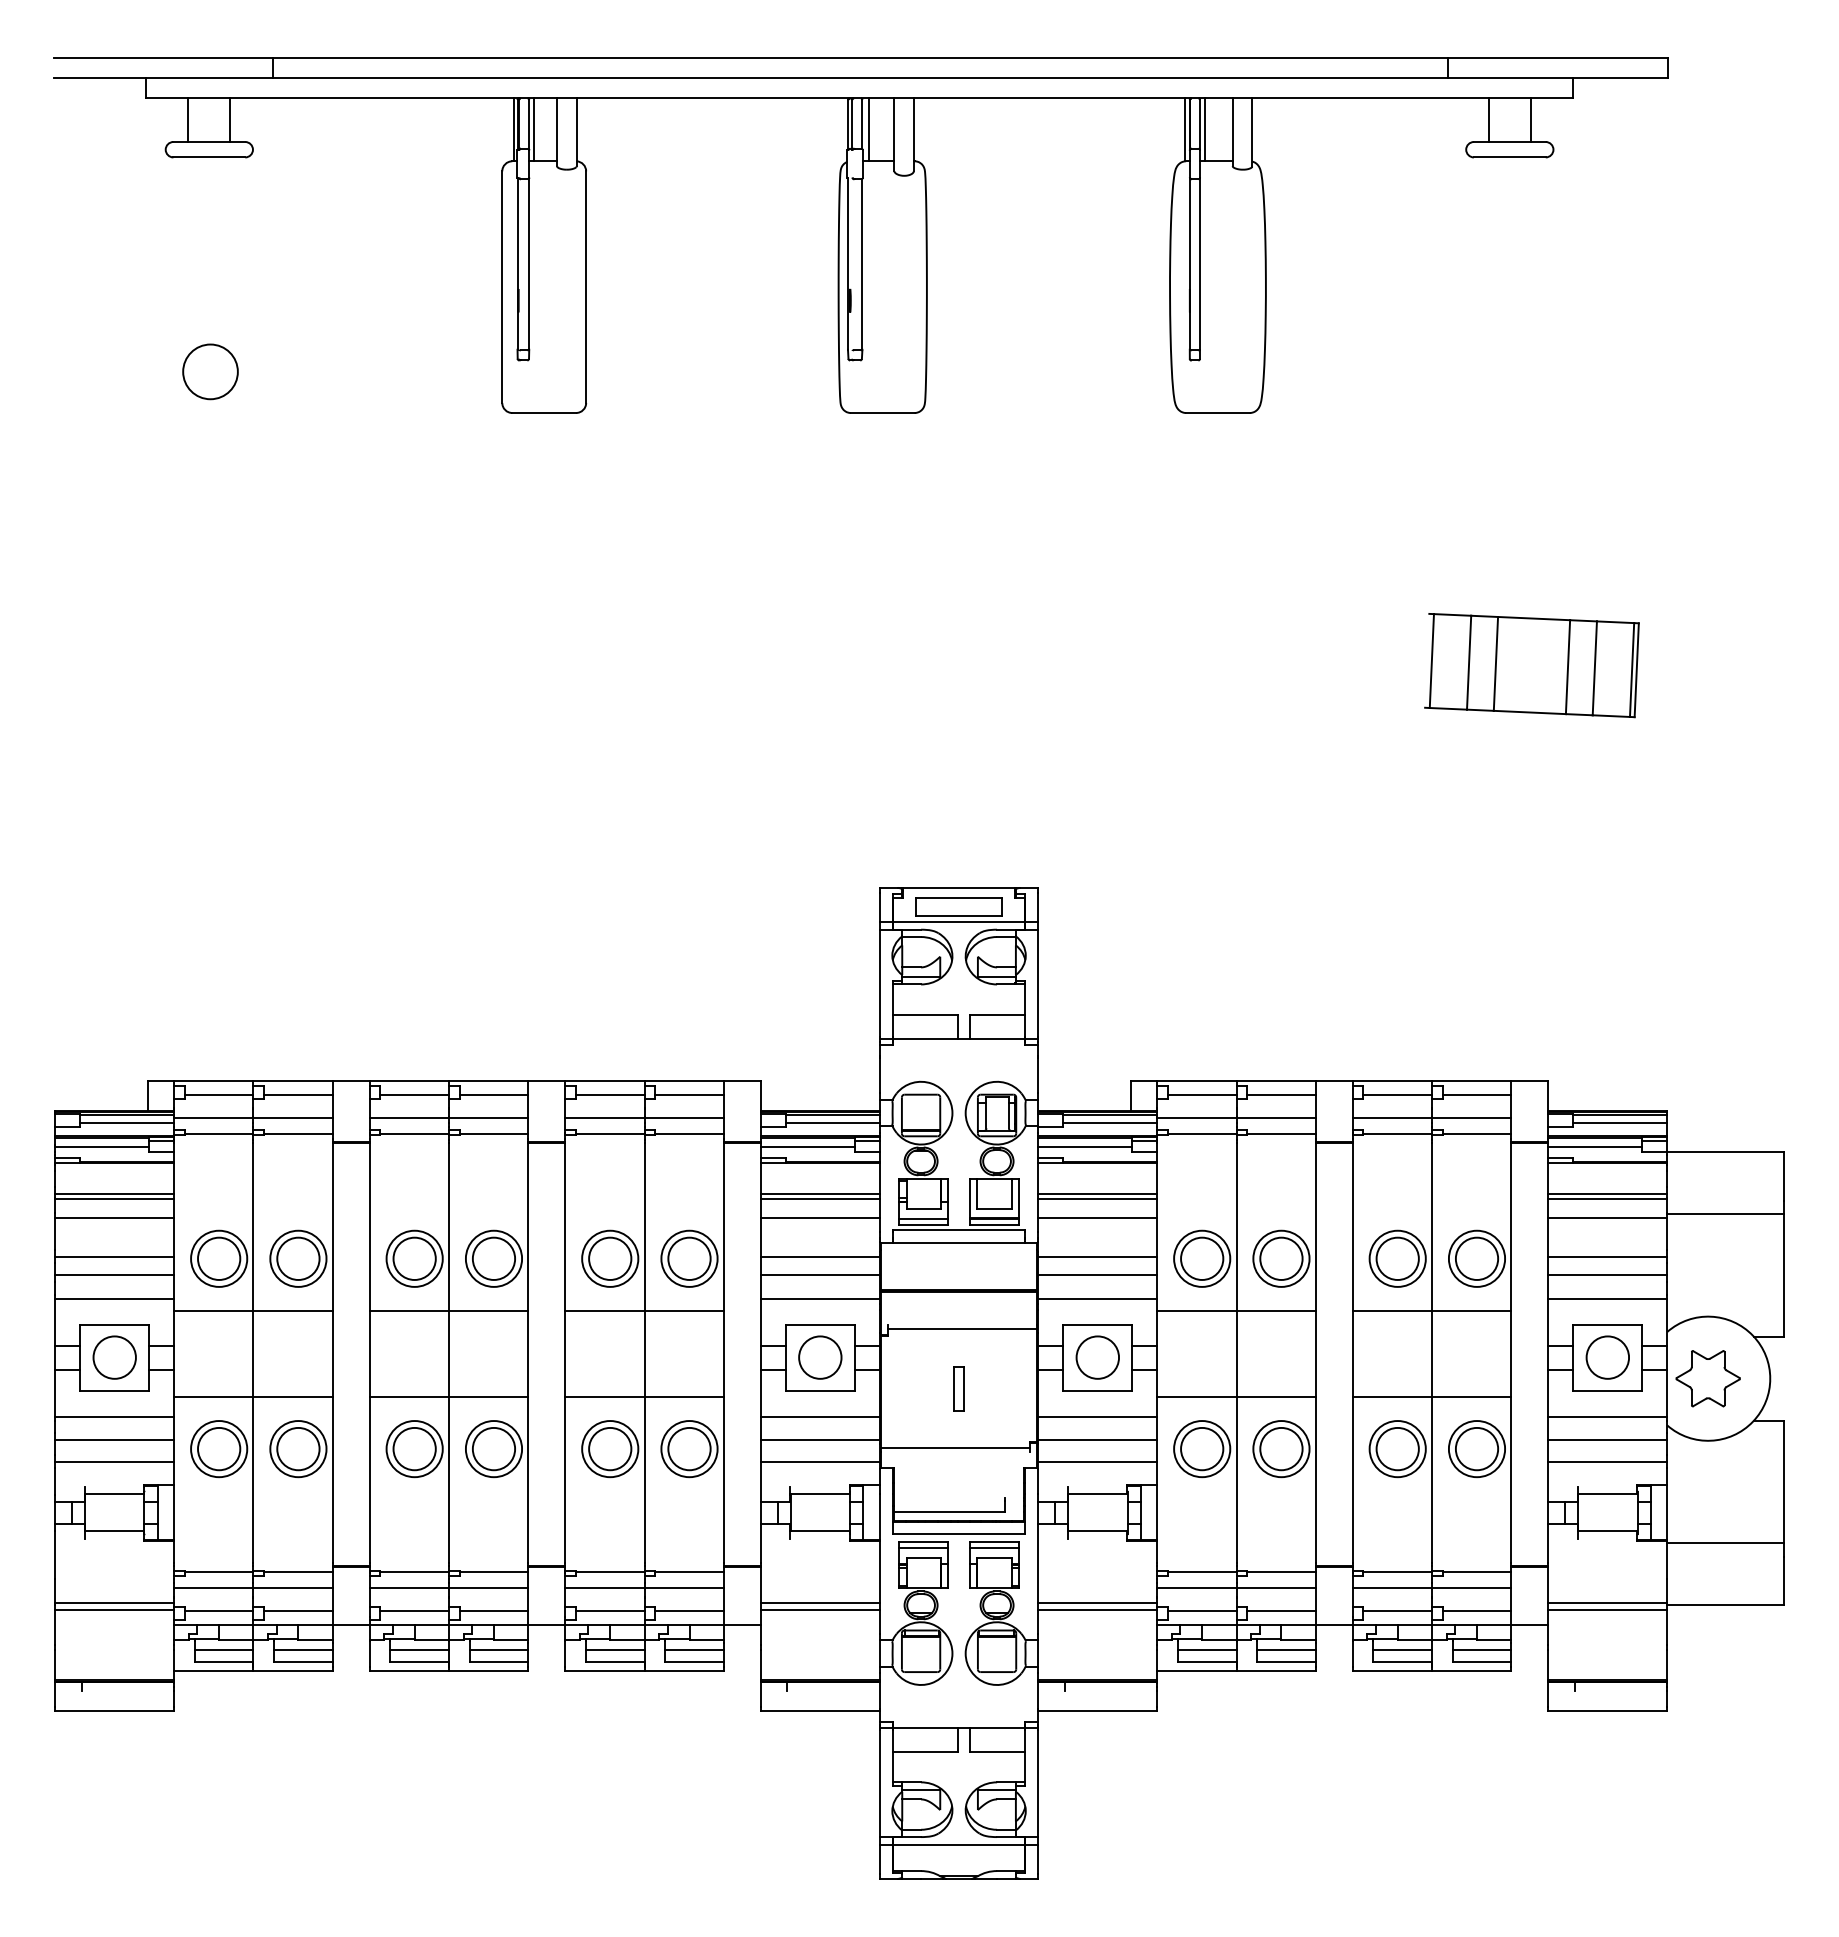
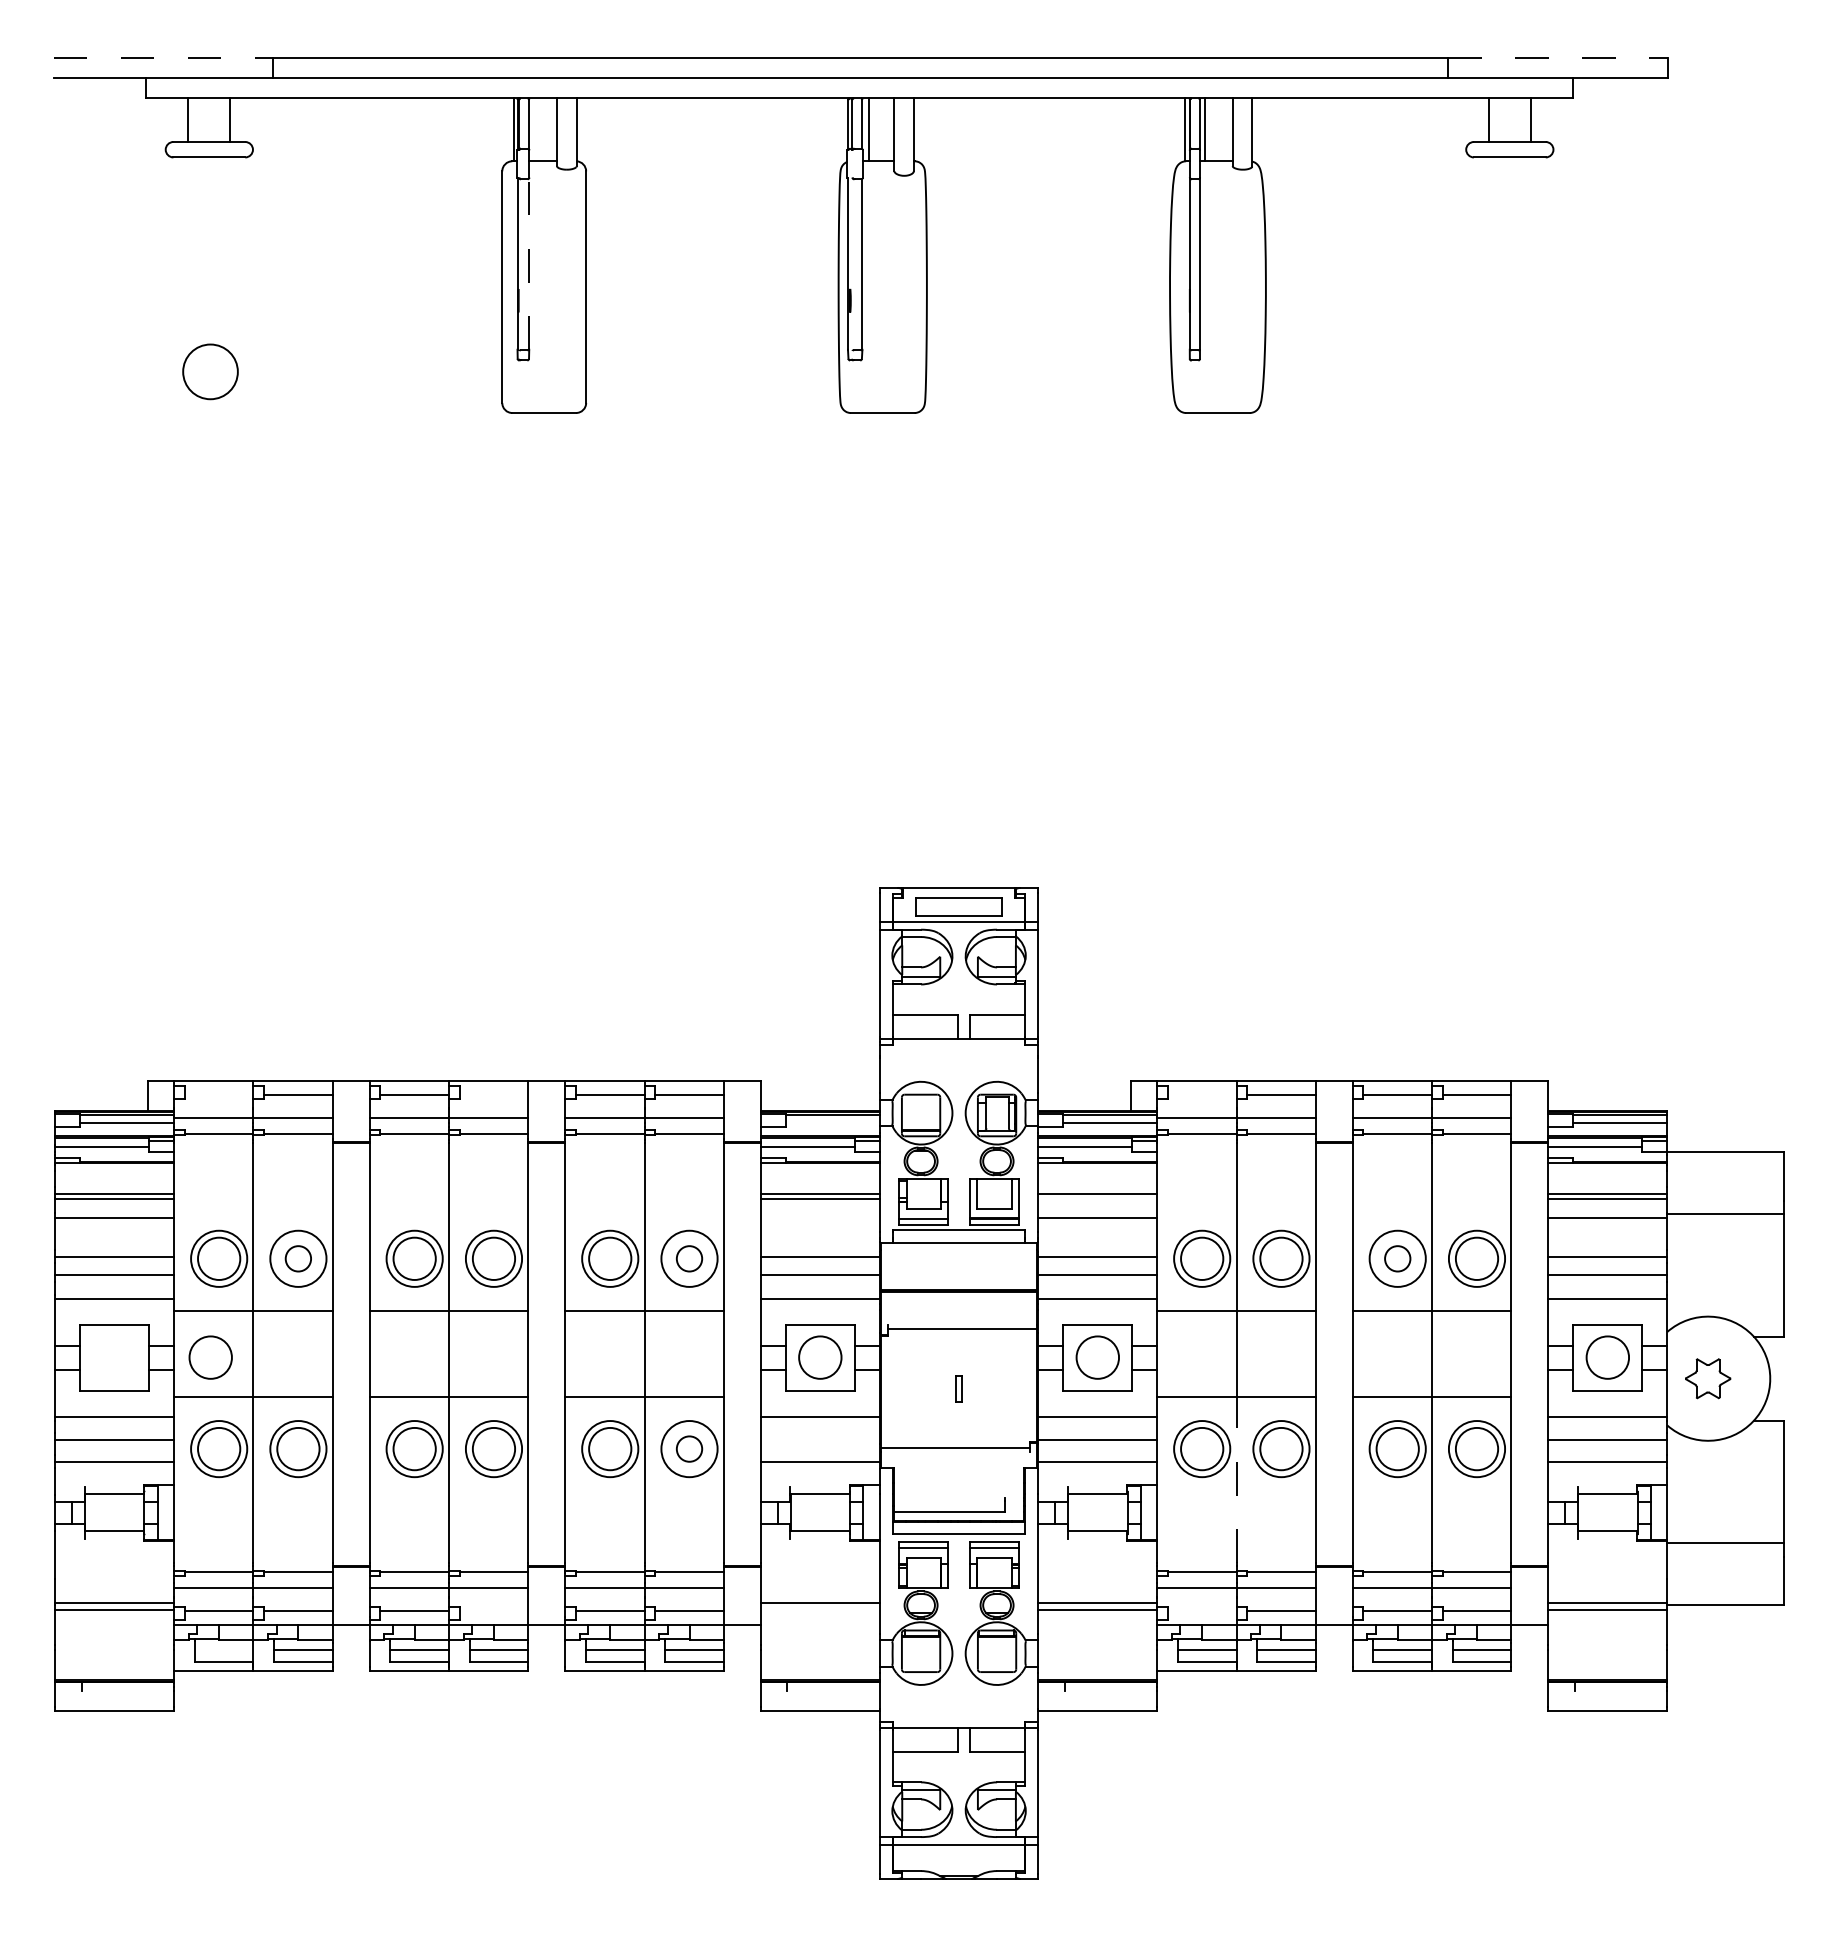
line at (163, 58): solid -> dashed
line at (1557, 58): solid -> dashed
line at (533, 129): present -> none
line at (529, 264): solid -> dashed
part at (1531, 665): present -> none
line at (218, 1094): present -> none
line at (493, 1094): present -> none
line at (1201, 1094): present -> none
line at (832, 1122): present -> none
line at (1097, 1199): present -> none
line at (819, 1218): present -> none
circle at (298, 1258) diameter: 42 px -> 25 px
circle at (689, 1258) diameter: 42 px -> 25 px
circle at (1397, 1258) diameter: 42 px -> 25 px
circle at (114, 1357) position: (114, 1357) -> (210, 1357)
part at (1707, 1378) size: 66x58 px -> 47x42 px
part at (958, 1388) size: 12x46 px -> 8x28 px
line at (819, 1439): present -> none
circle at (689, 1448) diameter: 42 px -> 25 px
line at (1236, 1479): solid -> dashed
line at (819, 1610): present -> none
line at (493, 1611): present -> none
line at (1201, 1611): present -> none
line at (223, 1649): present -> none
